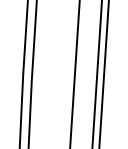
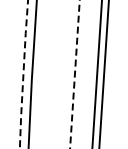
line at (74, 73): solid -> dashed
arc at (23, 74): solid -> dashed
